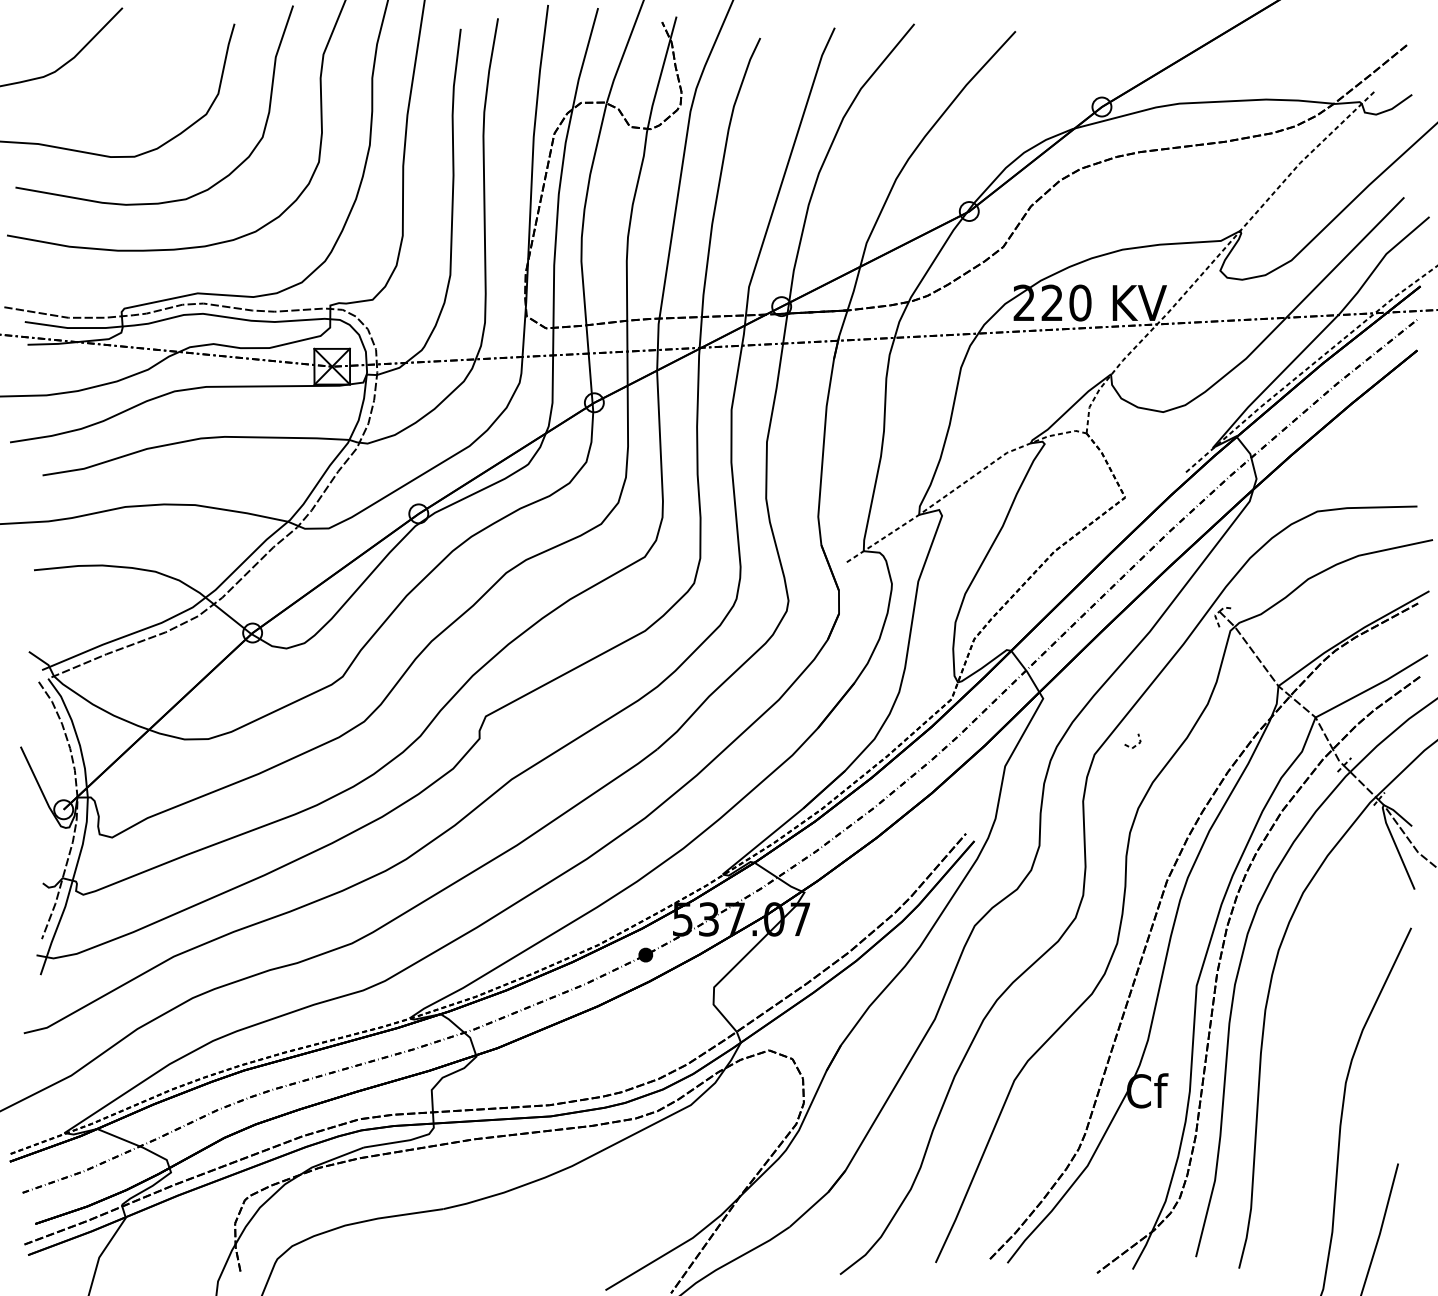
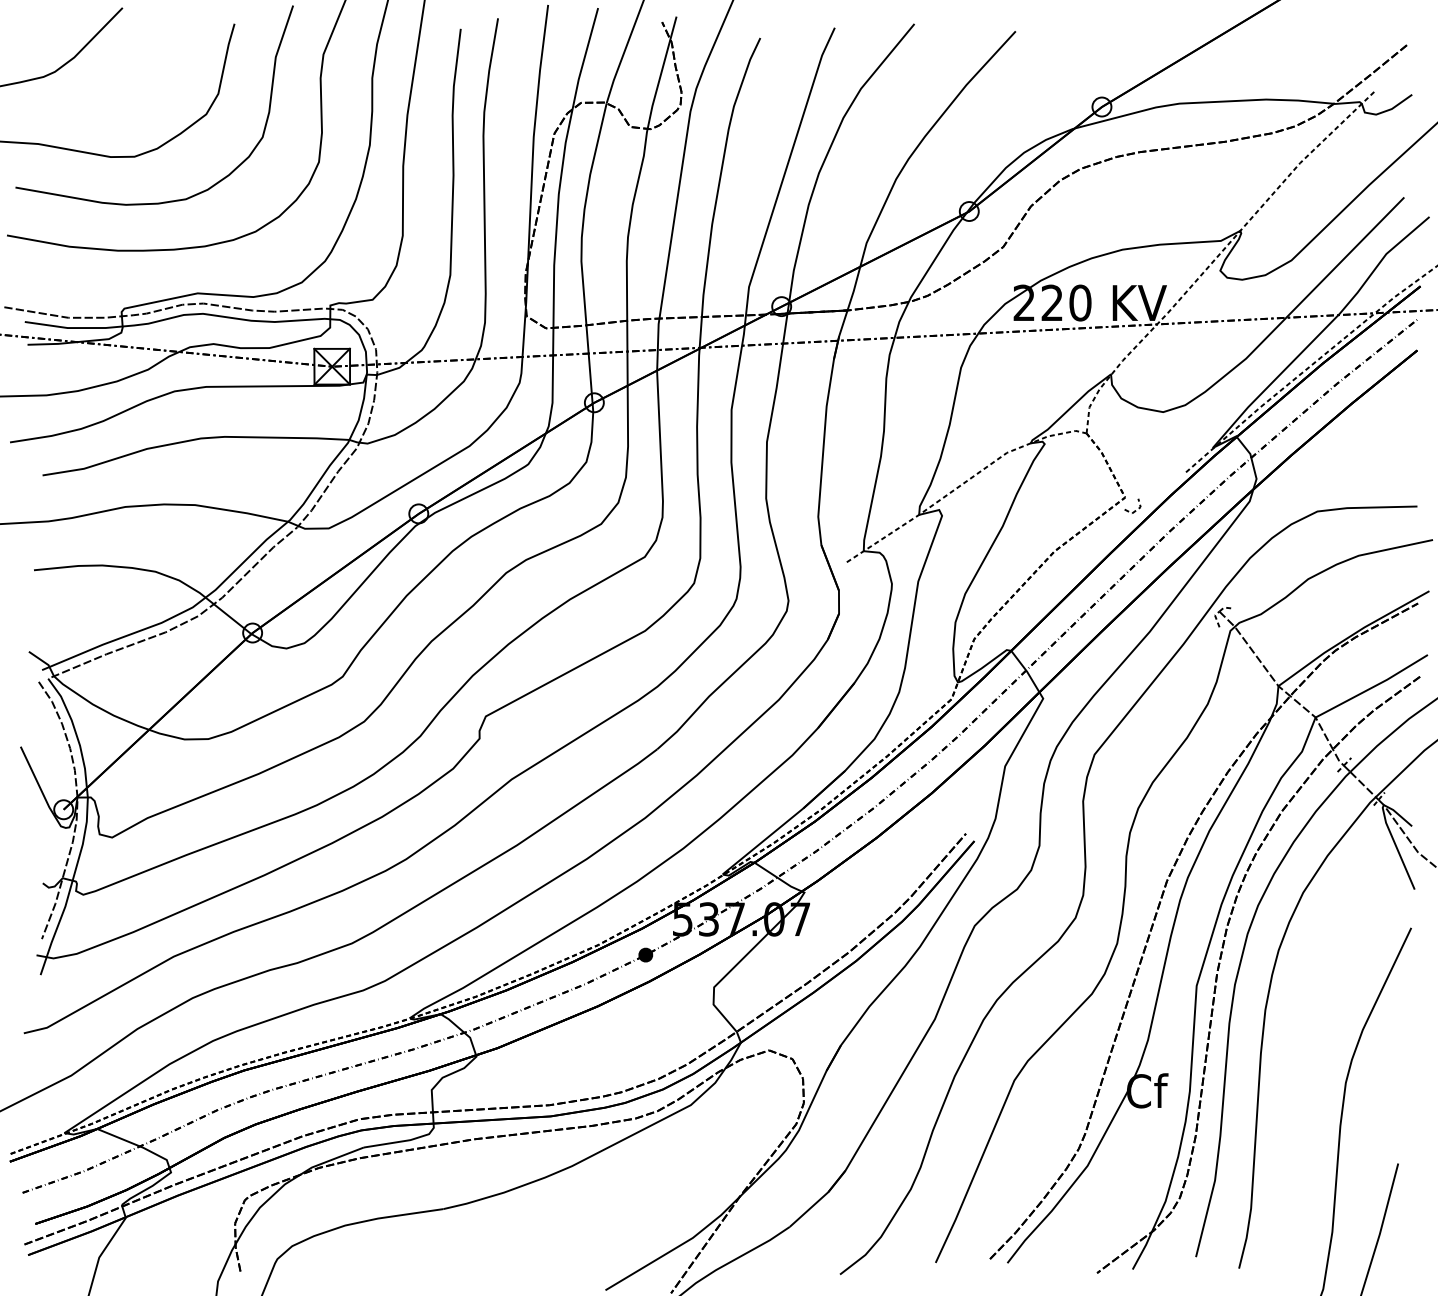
line at (1134, 745) position: (1134, 745) -> (1134, 510)
